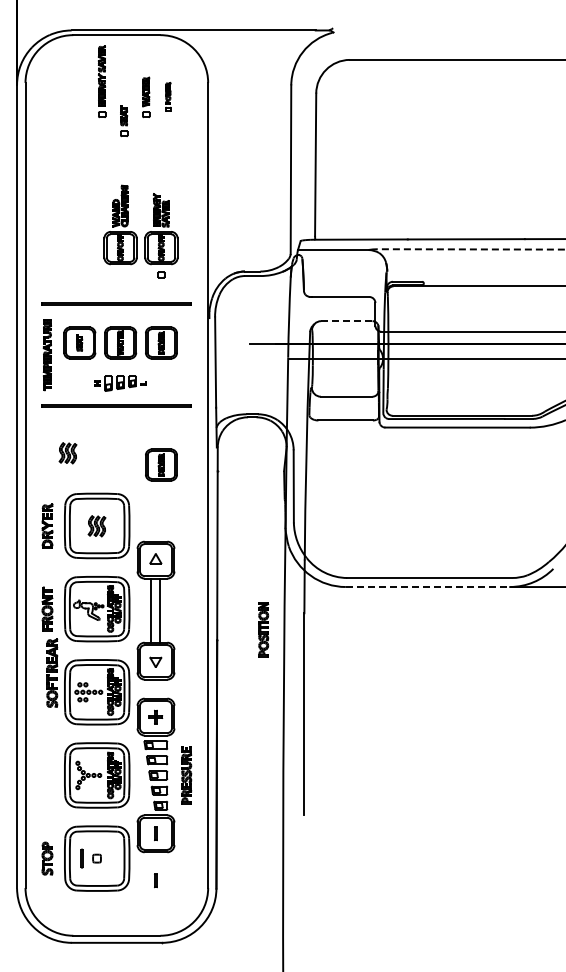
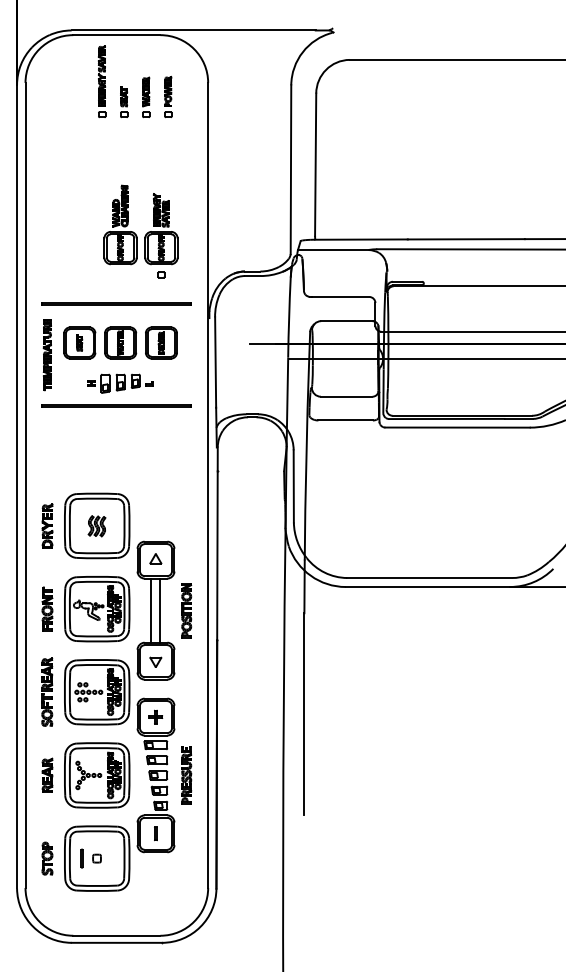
part at (168, 96) size: 7x30 px -> 9x44 px
part at (124, 121) position: (124, 121) -> (124, 102)
line at (471, 249): dashed -> solid
line at (346, 321): dashed -> solid
part at (120, 383) size: 53x17 px -> 67x21 px
part at (67, 453): present -> none
part at (161, 464): present -> none
line at (428, 587): dashed -> solid
part at (263, 629) position: (263, 629) -> (186, 610)
part at (52, 672) position: (52, 672) -> (47, 691)
part at (47, 774): none -> present
line at (155, 880): present -> none
